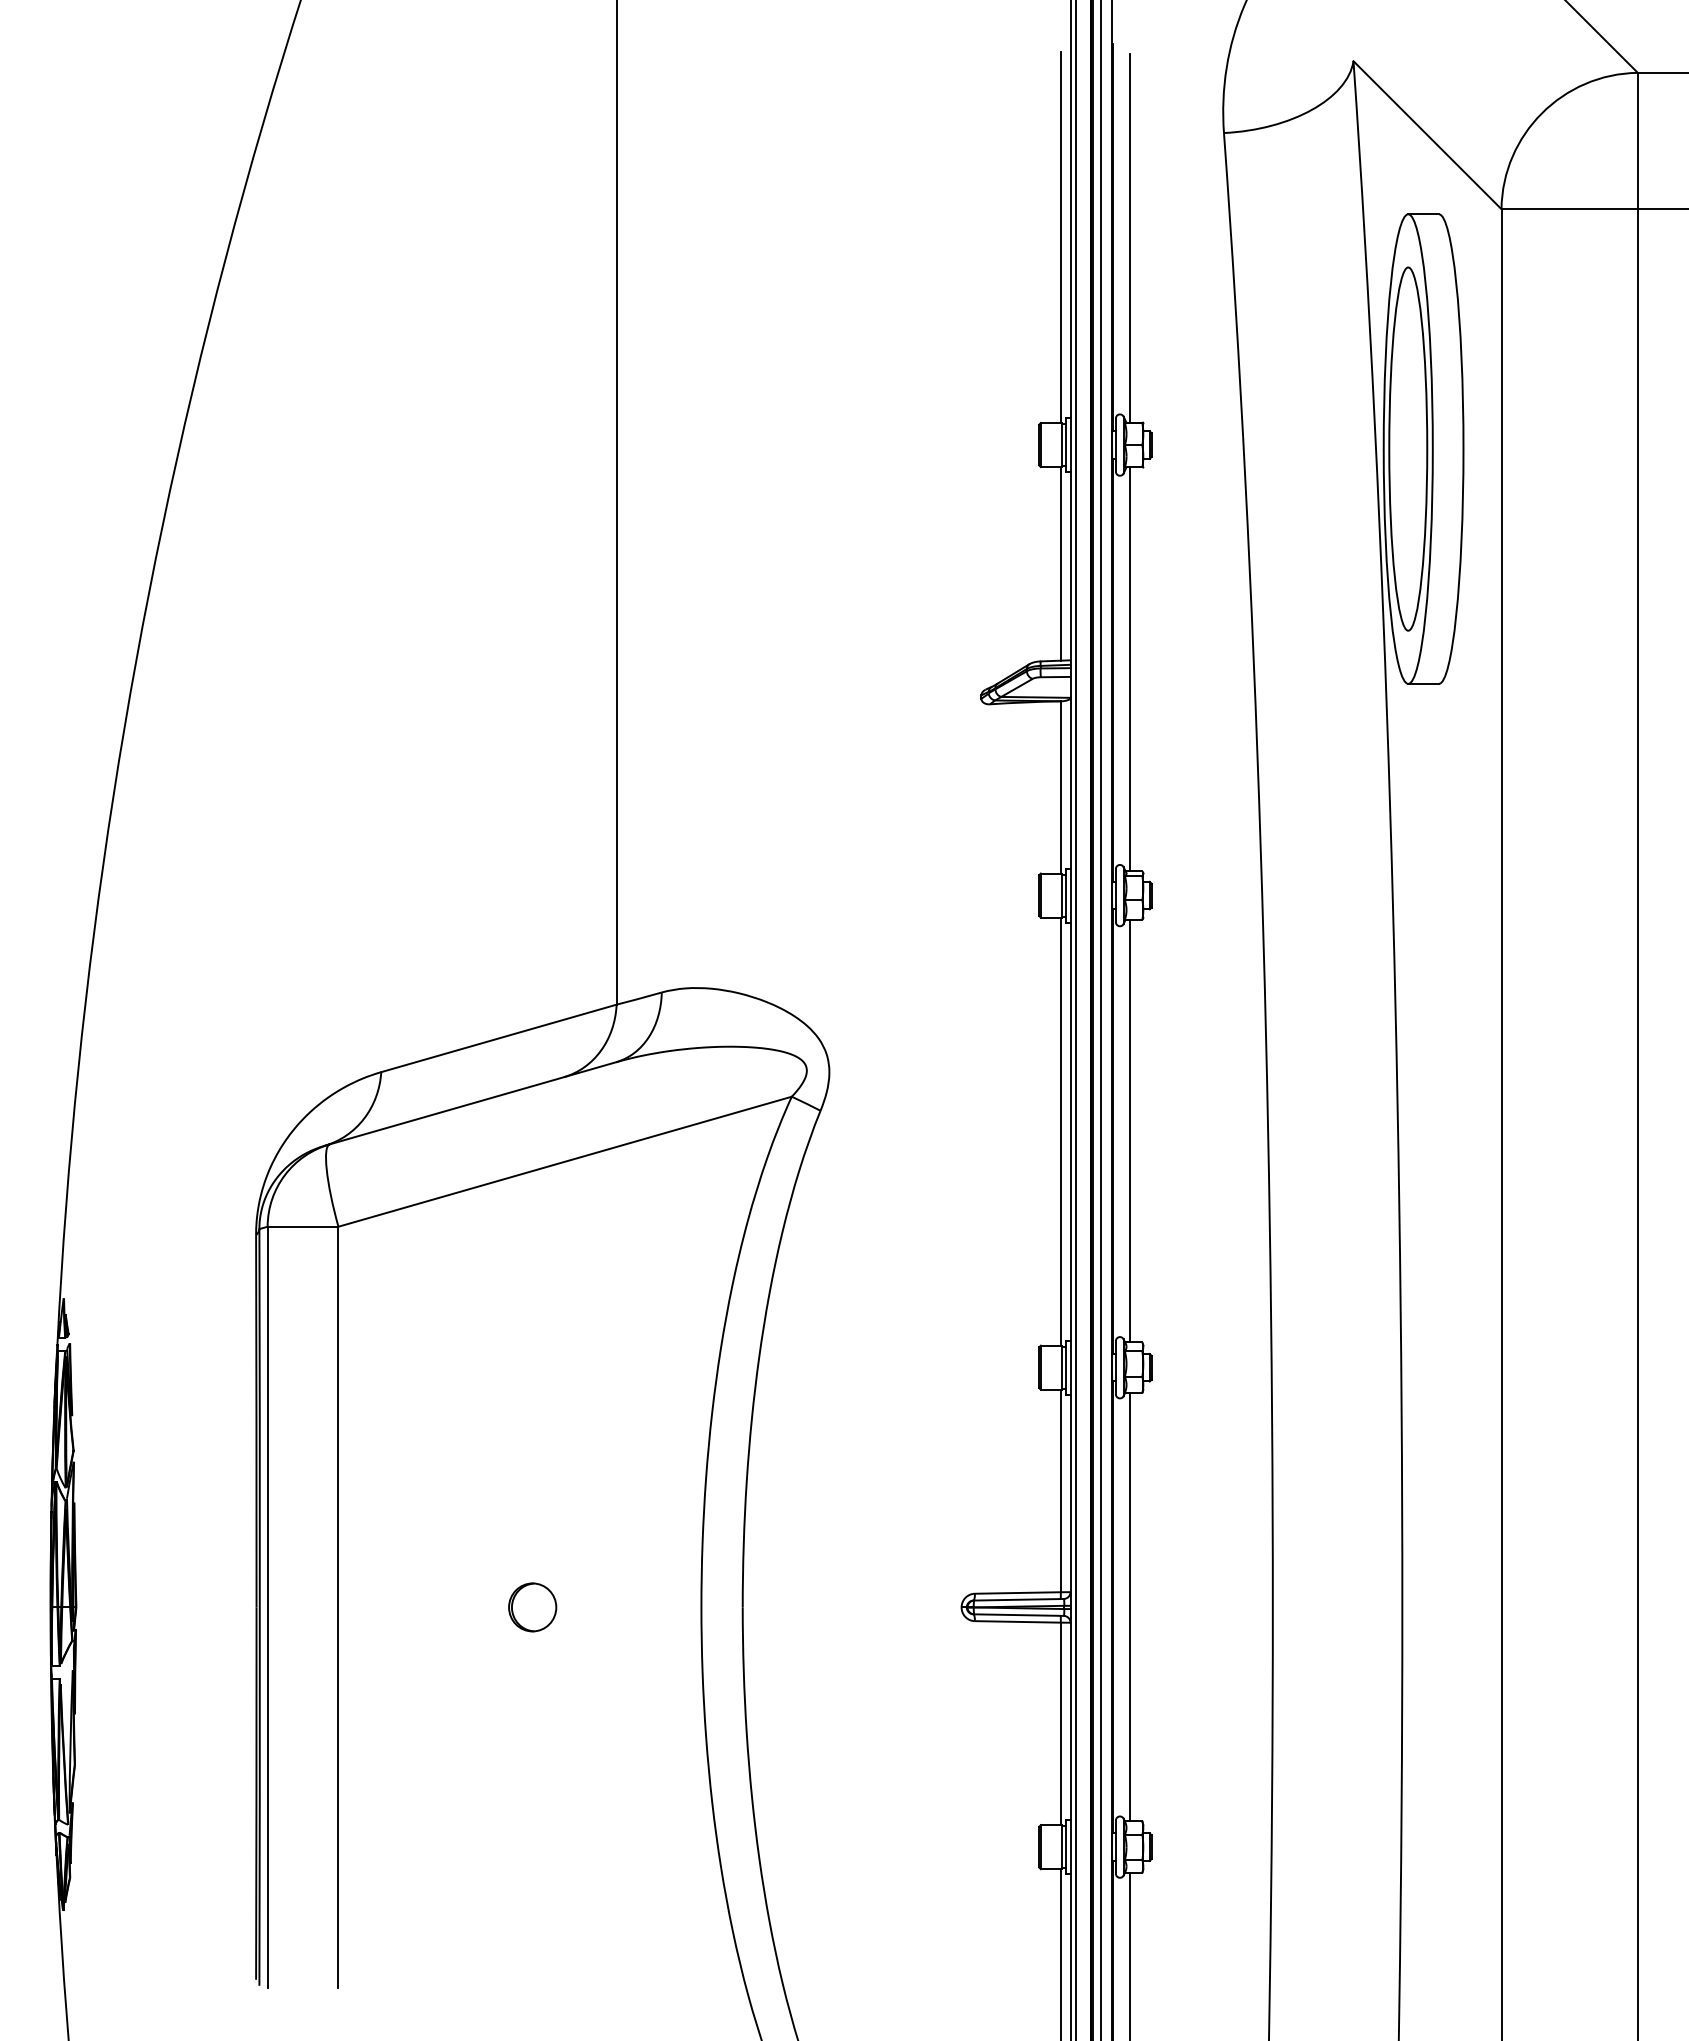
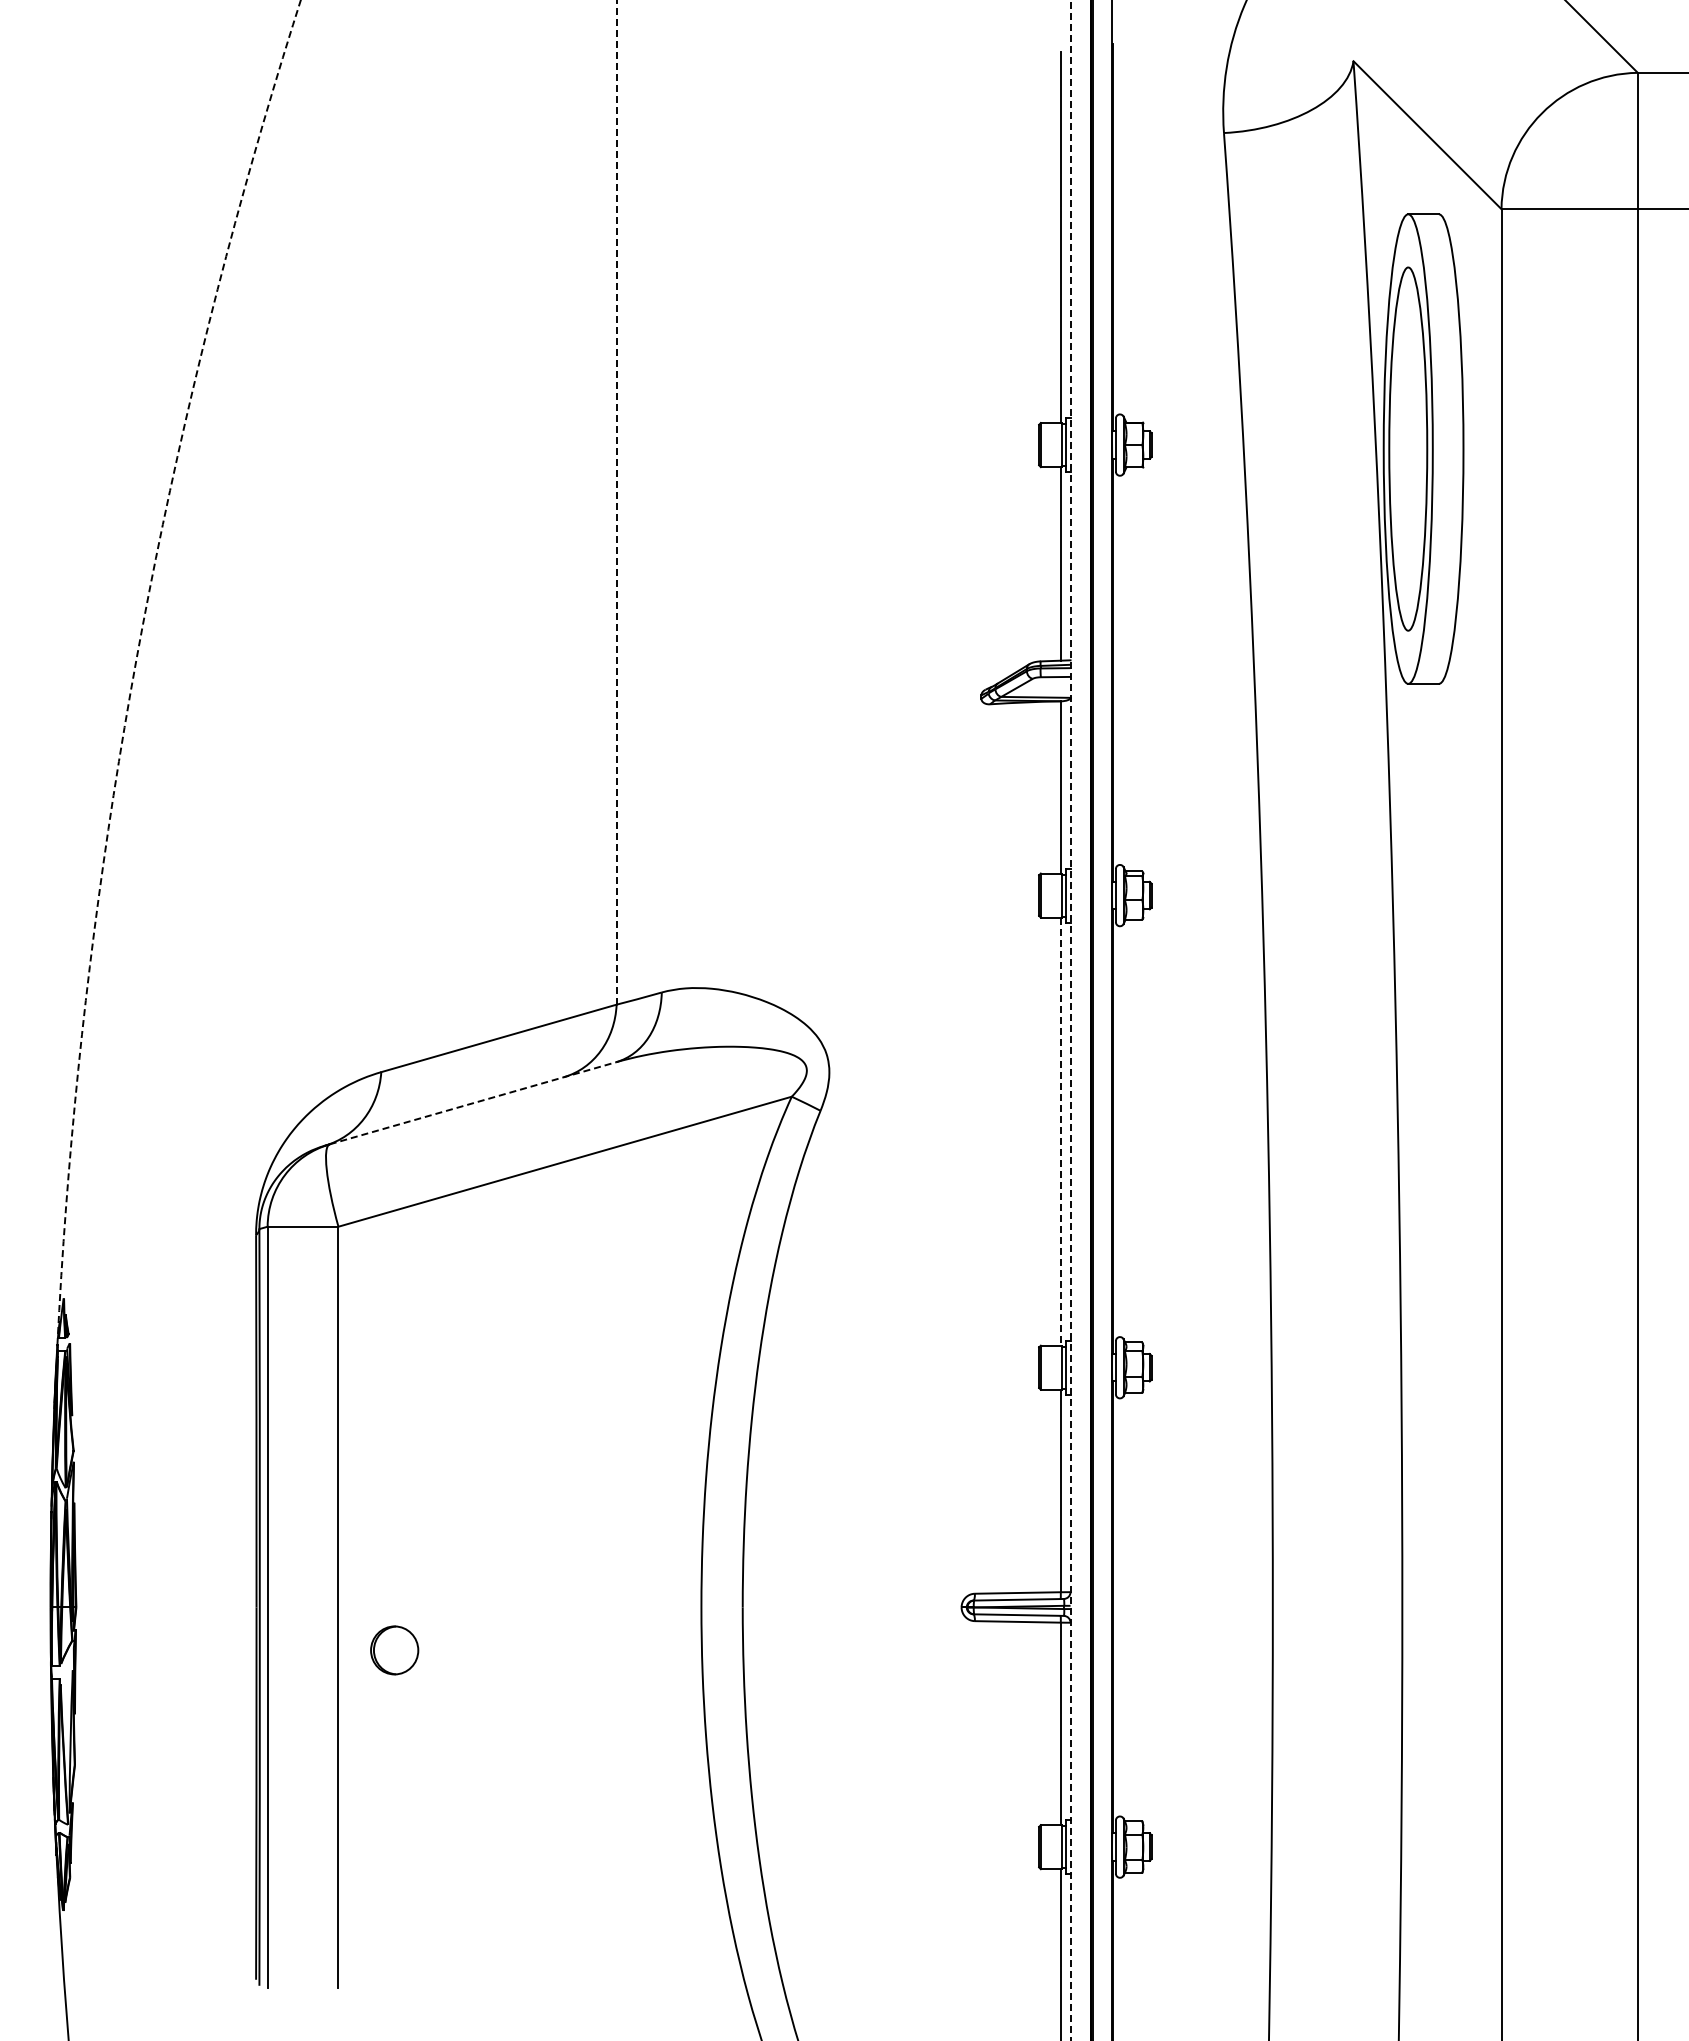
line at (1129, 237): present -> none
line at (616, 501): solid -> dashed
arc at (135, 666): solid -> dashed
line at (1129, 669): present -> none
line at (1075, 1019): present -> none
line at (1101, 1019): present -> none
line at (1070, 1020): solid -> dashed
line at (472, 1103): solid -> dashed
line at (1129, 1130): present -> none
line at (1060, 1132): solid -> dashed
part at (532, 1607) position: (532, 1607) -> (394, 1650)
line at (1129, 1607): present -> none
line at (1129, 1954): present -> none
